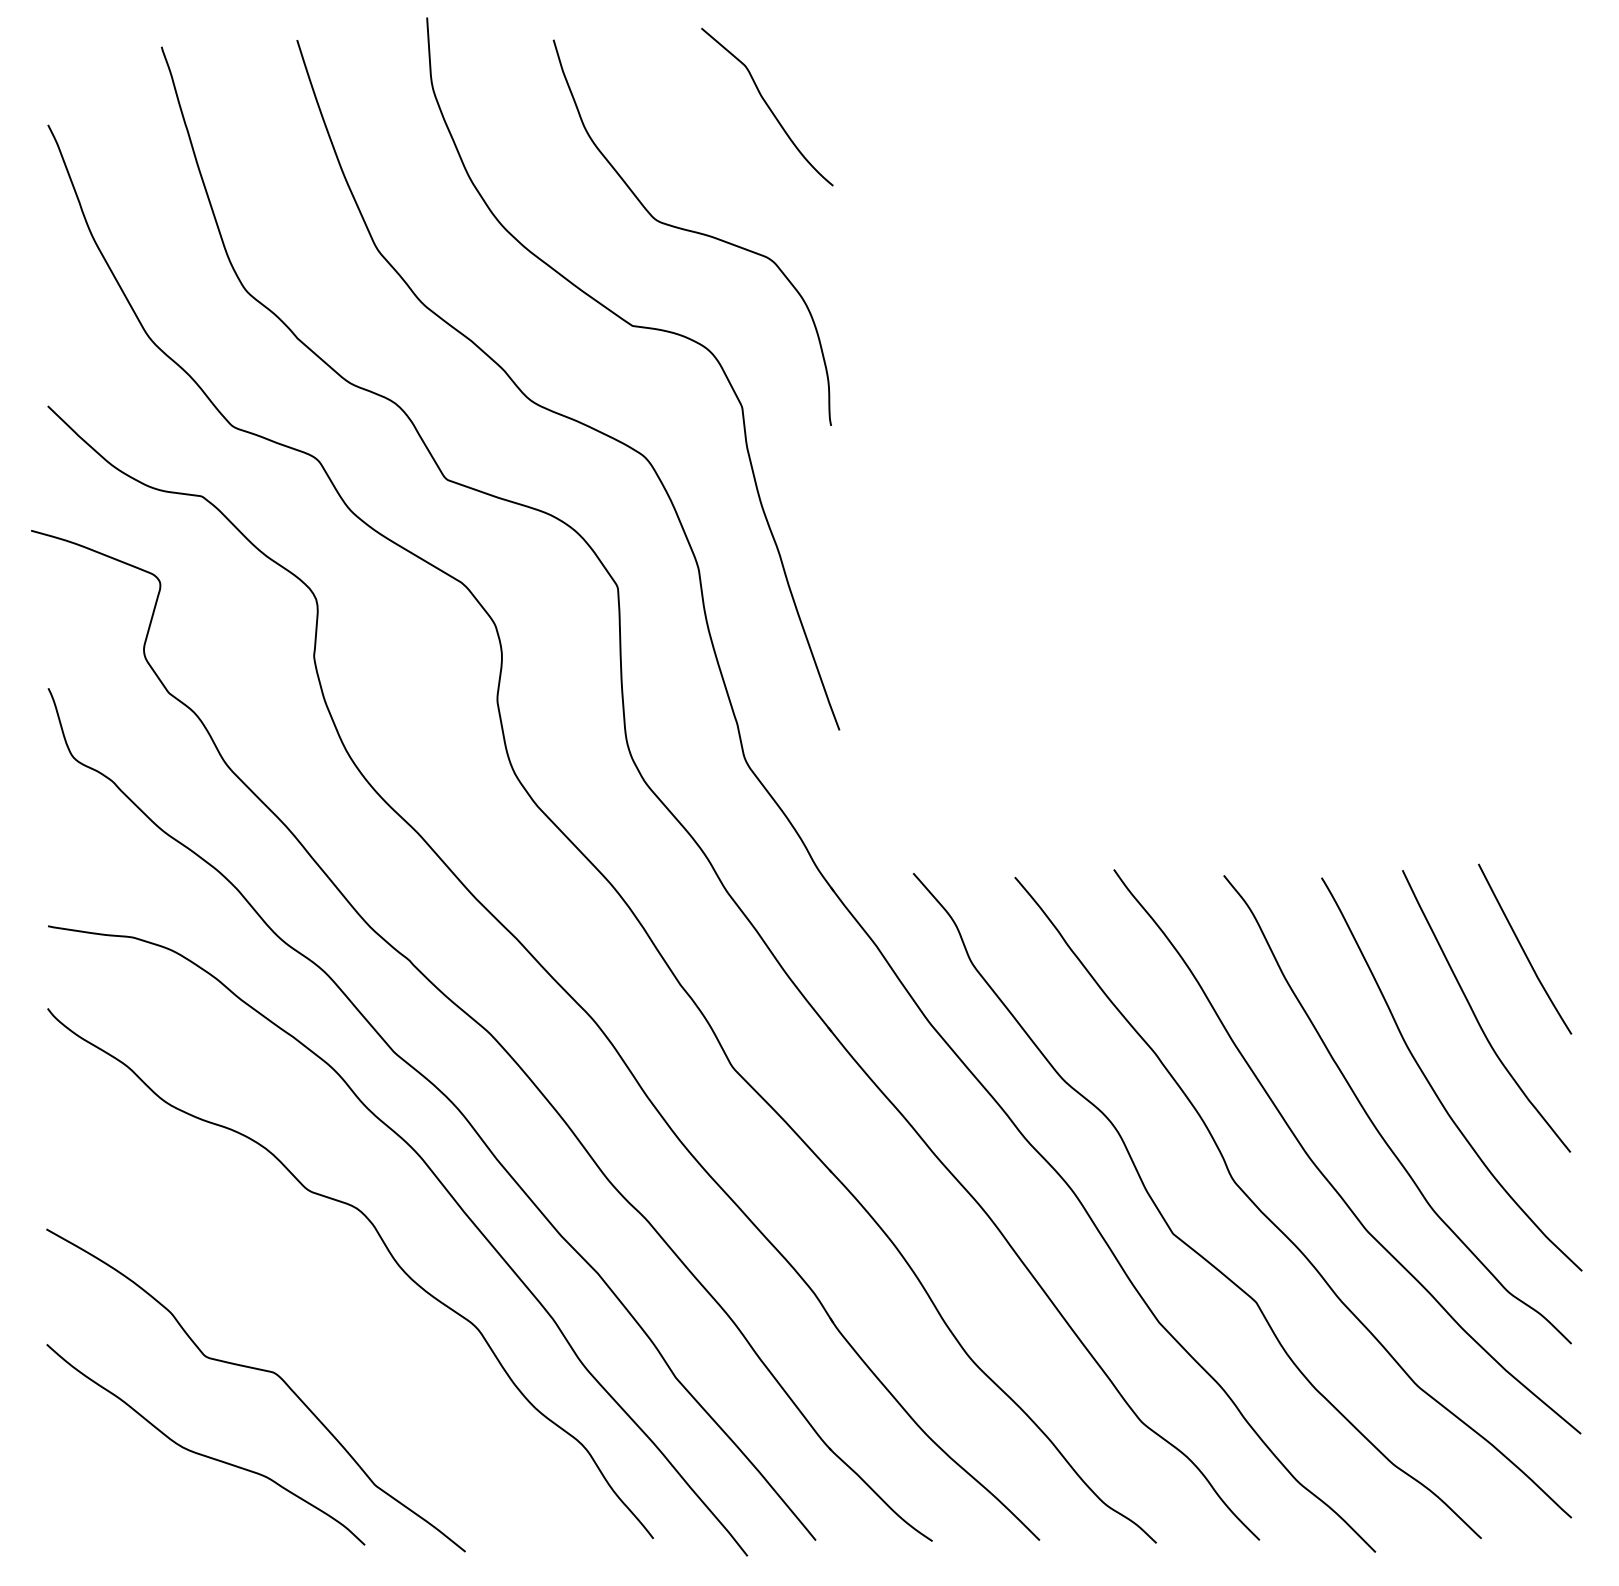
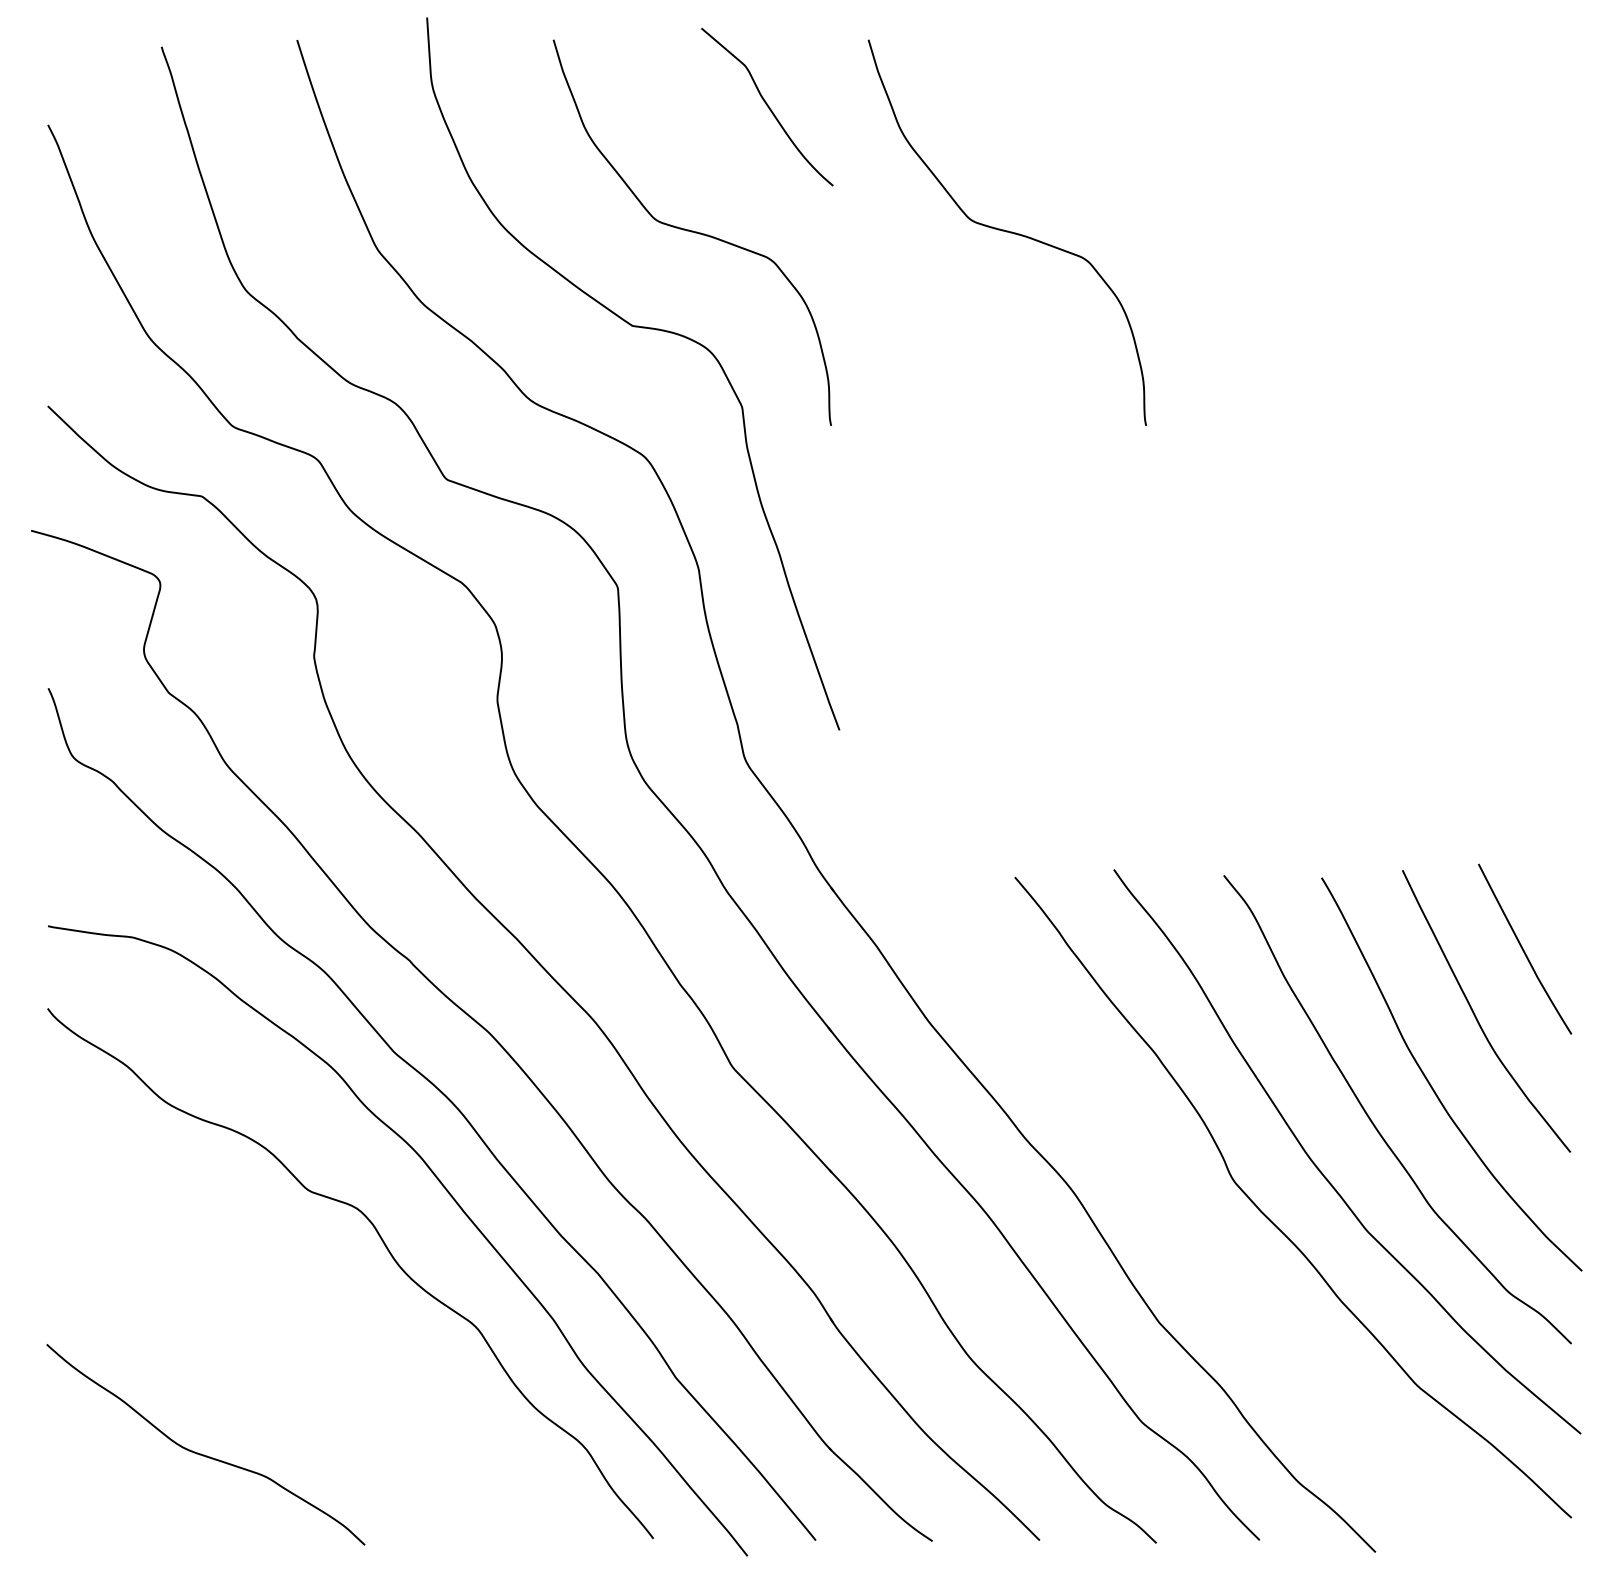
curve at (1006, 232): none -> present
curve at (1167, 1222): present -> none
curve at (258, 1370): present -> none
